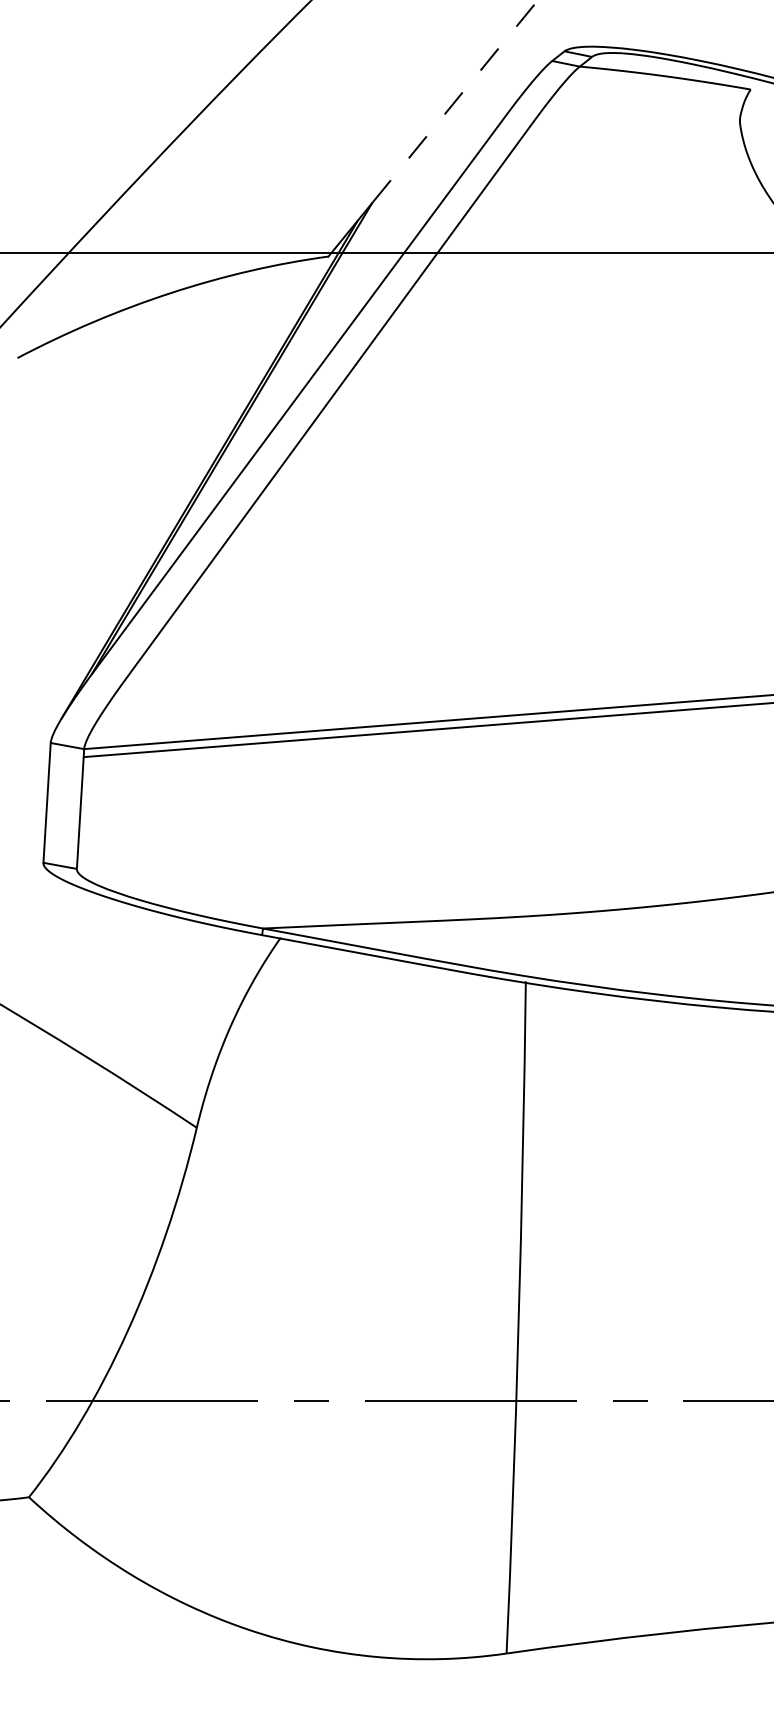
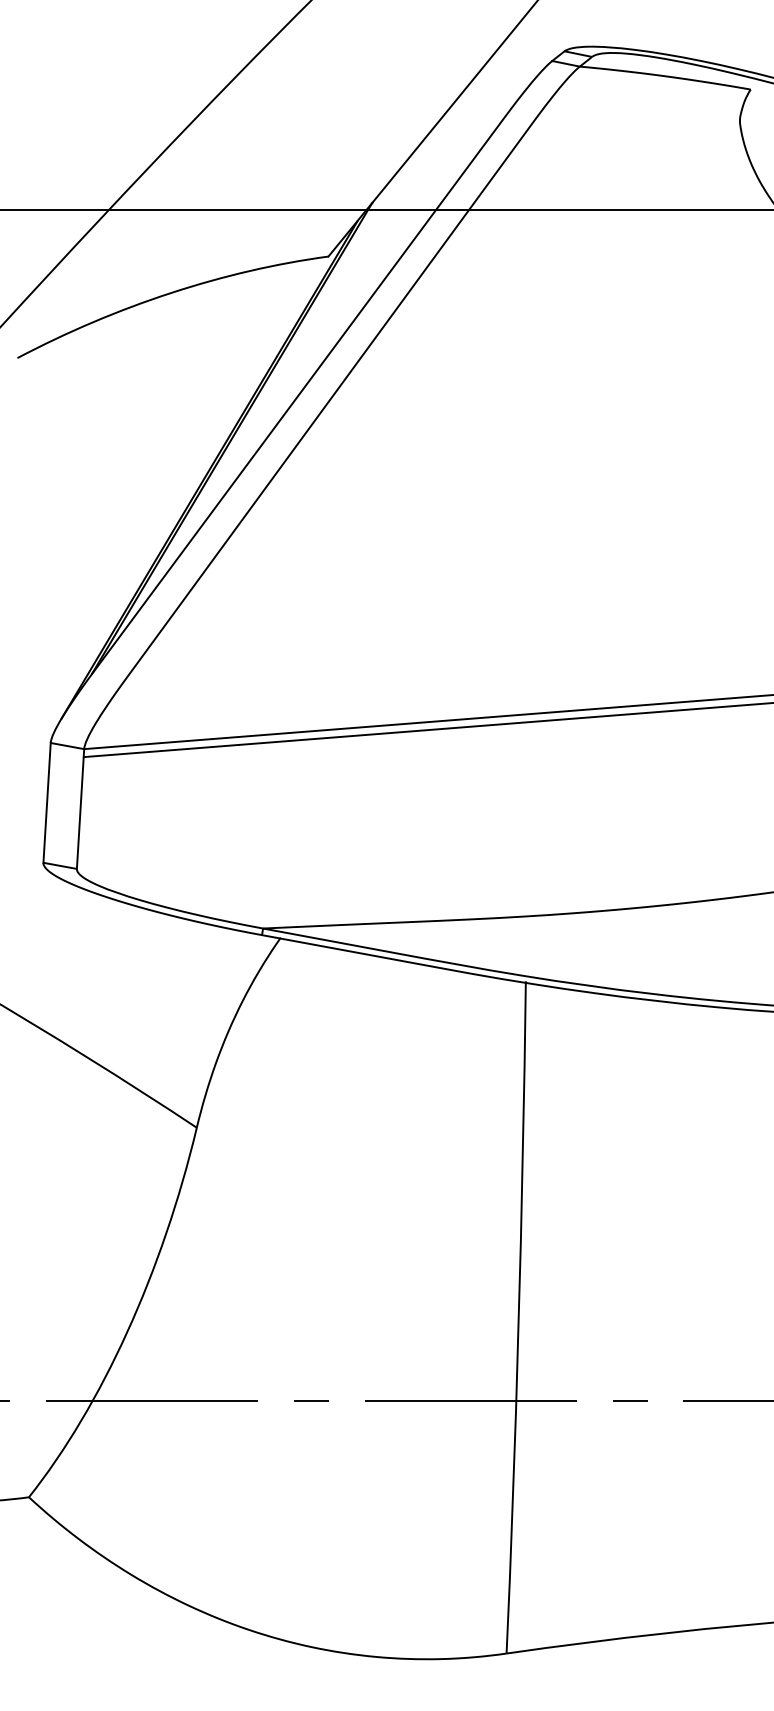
line at (455, 100): dashed -> solid
line at (386, 253) position: (386, 253) -> (386, 210)
